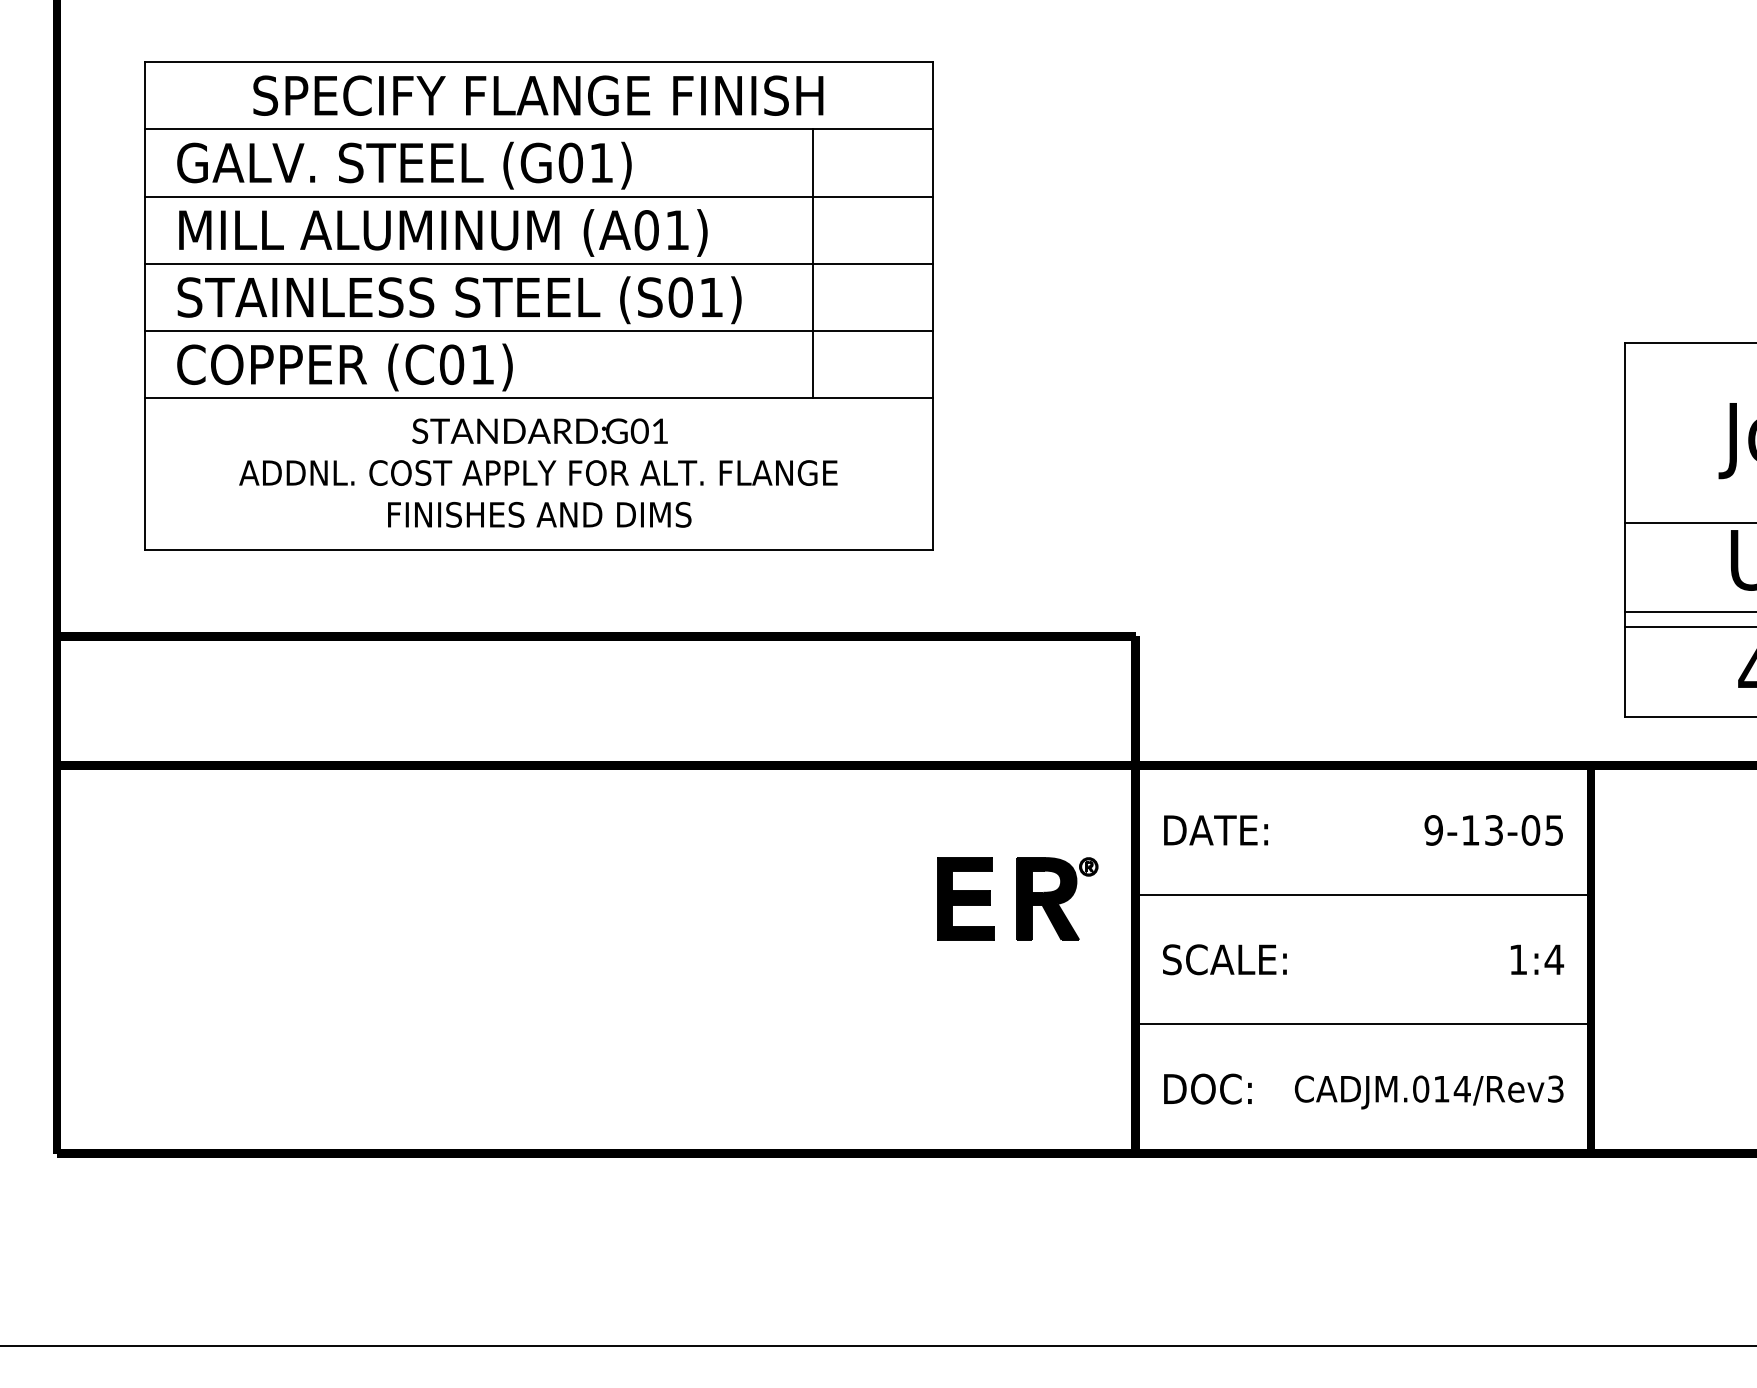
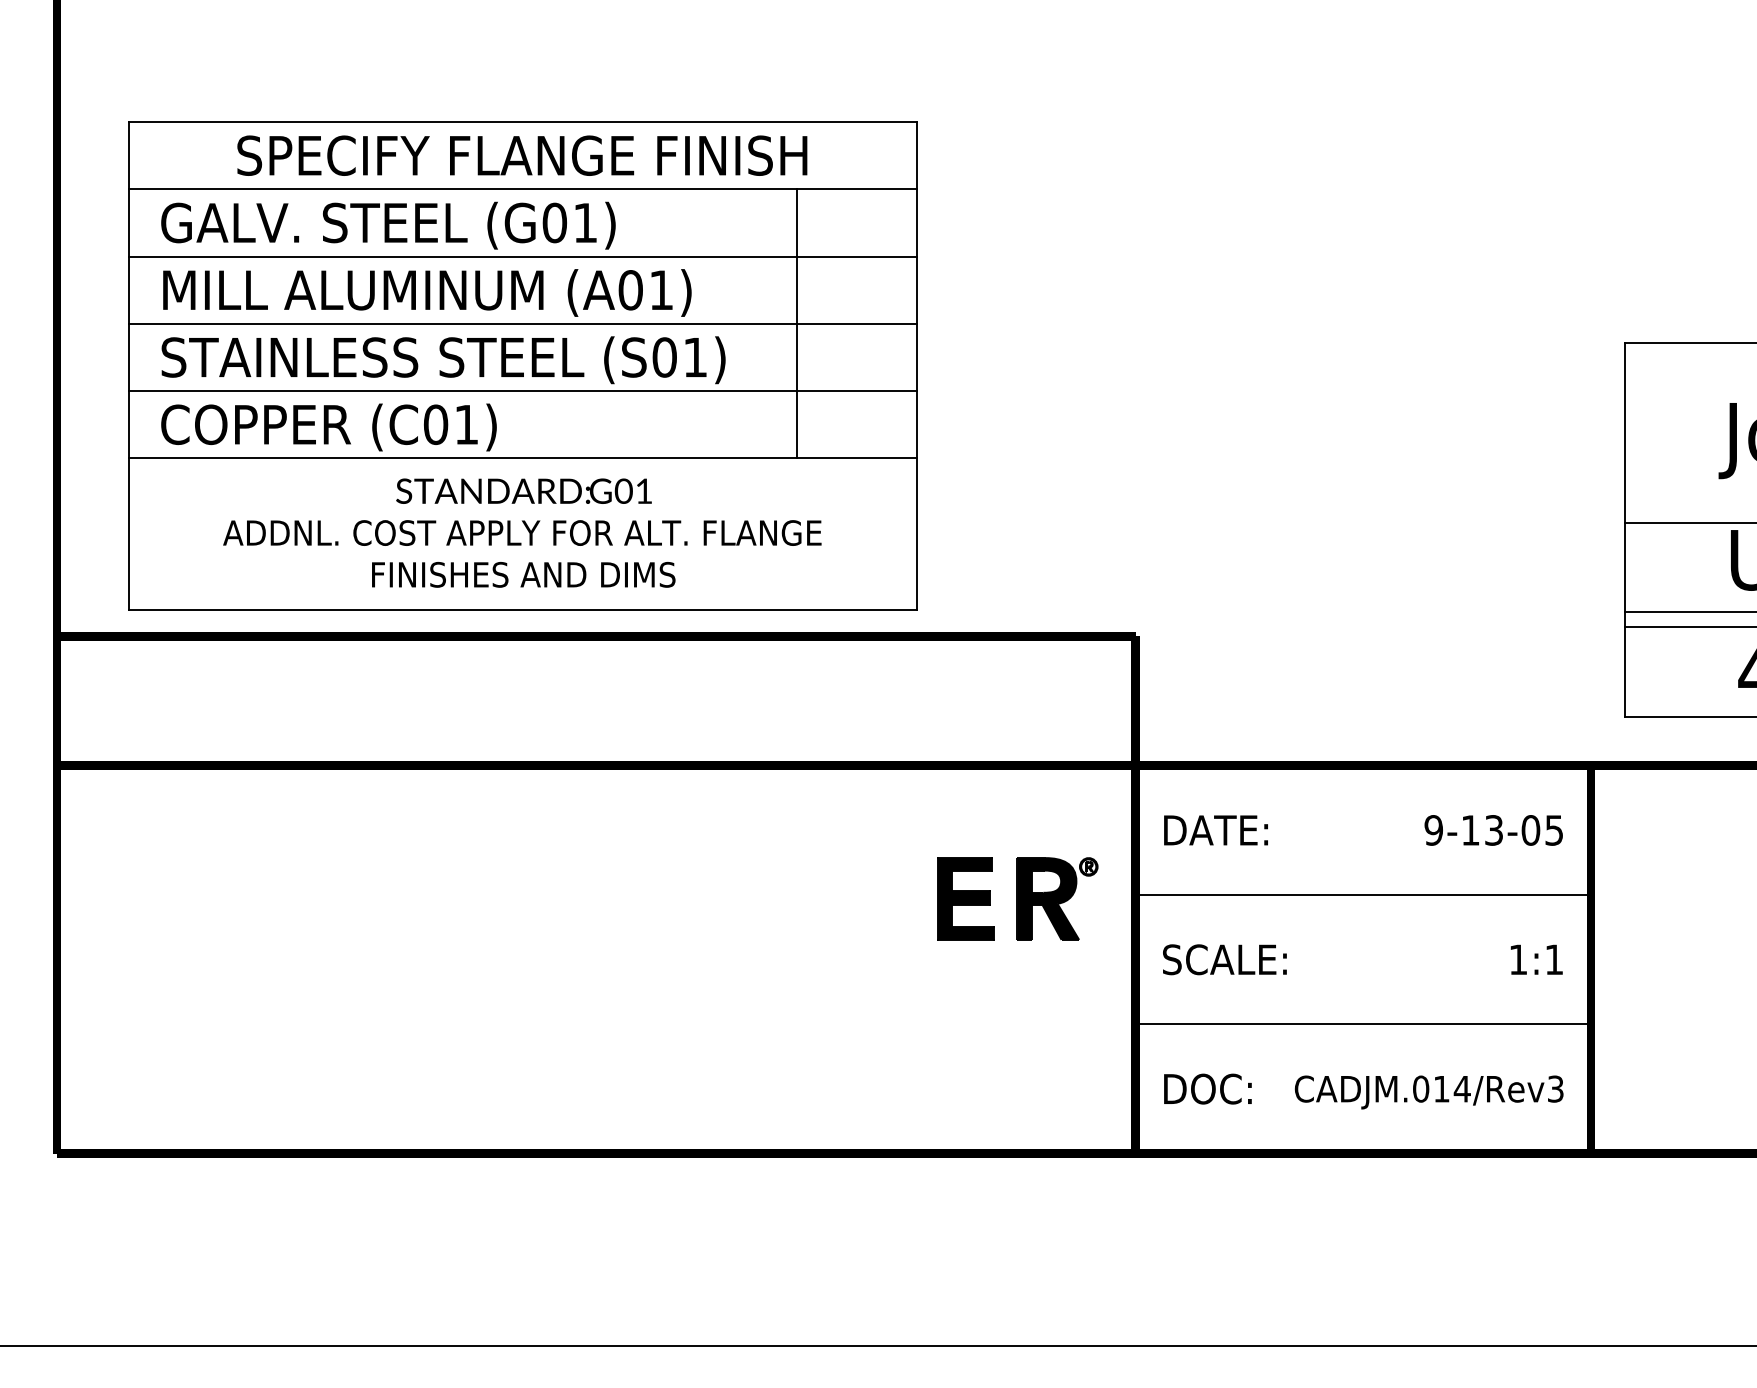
part at (538, 305) position: (538, 305) -> (522, 365)
text at (1554, 959): 1:4 -> 1:1
